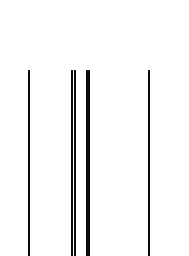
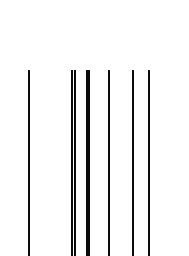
line at (108, 161): none -> present
line at (132, 161): none -> present
